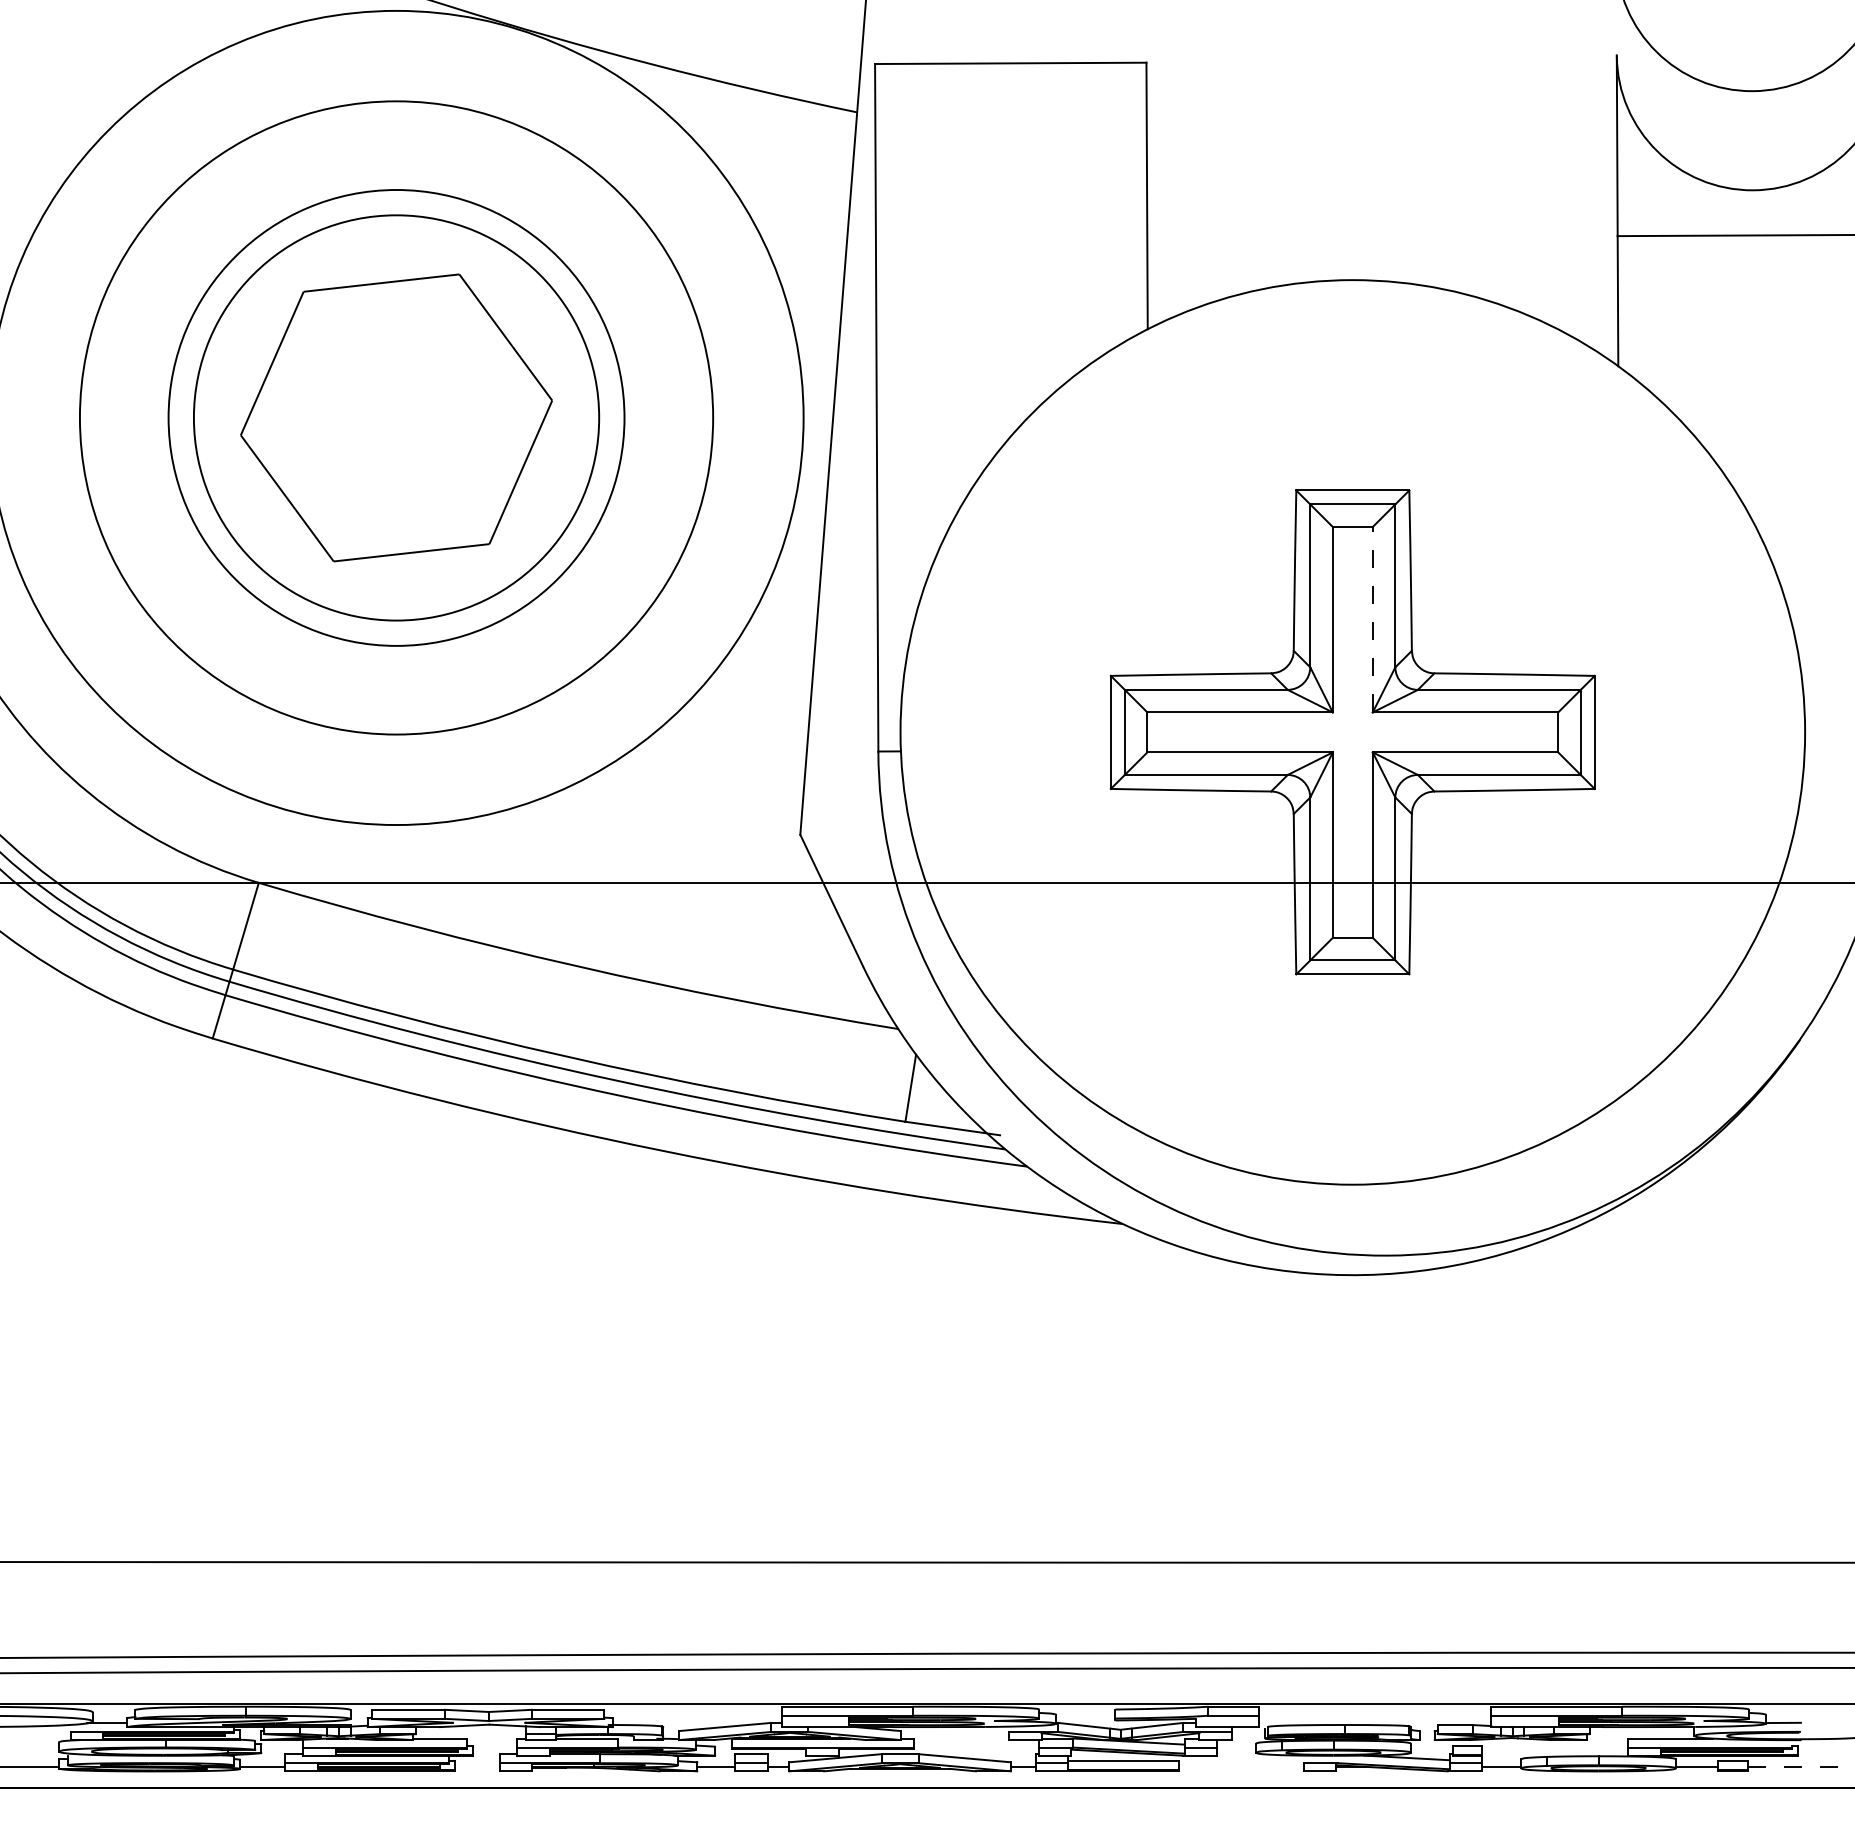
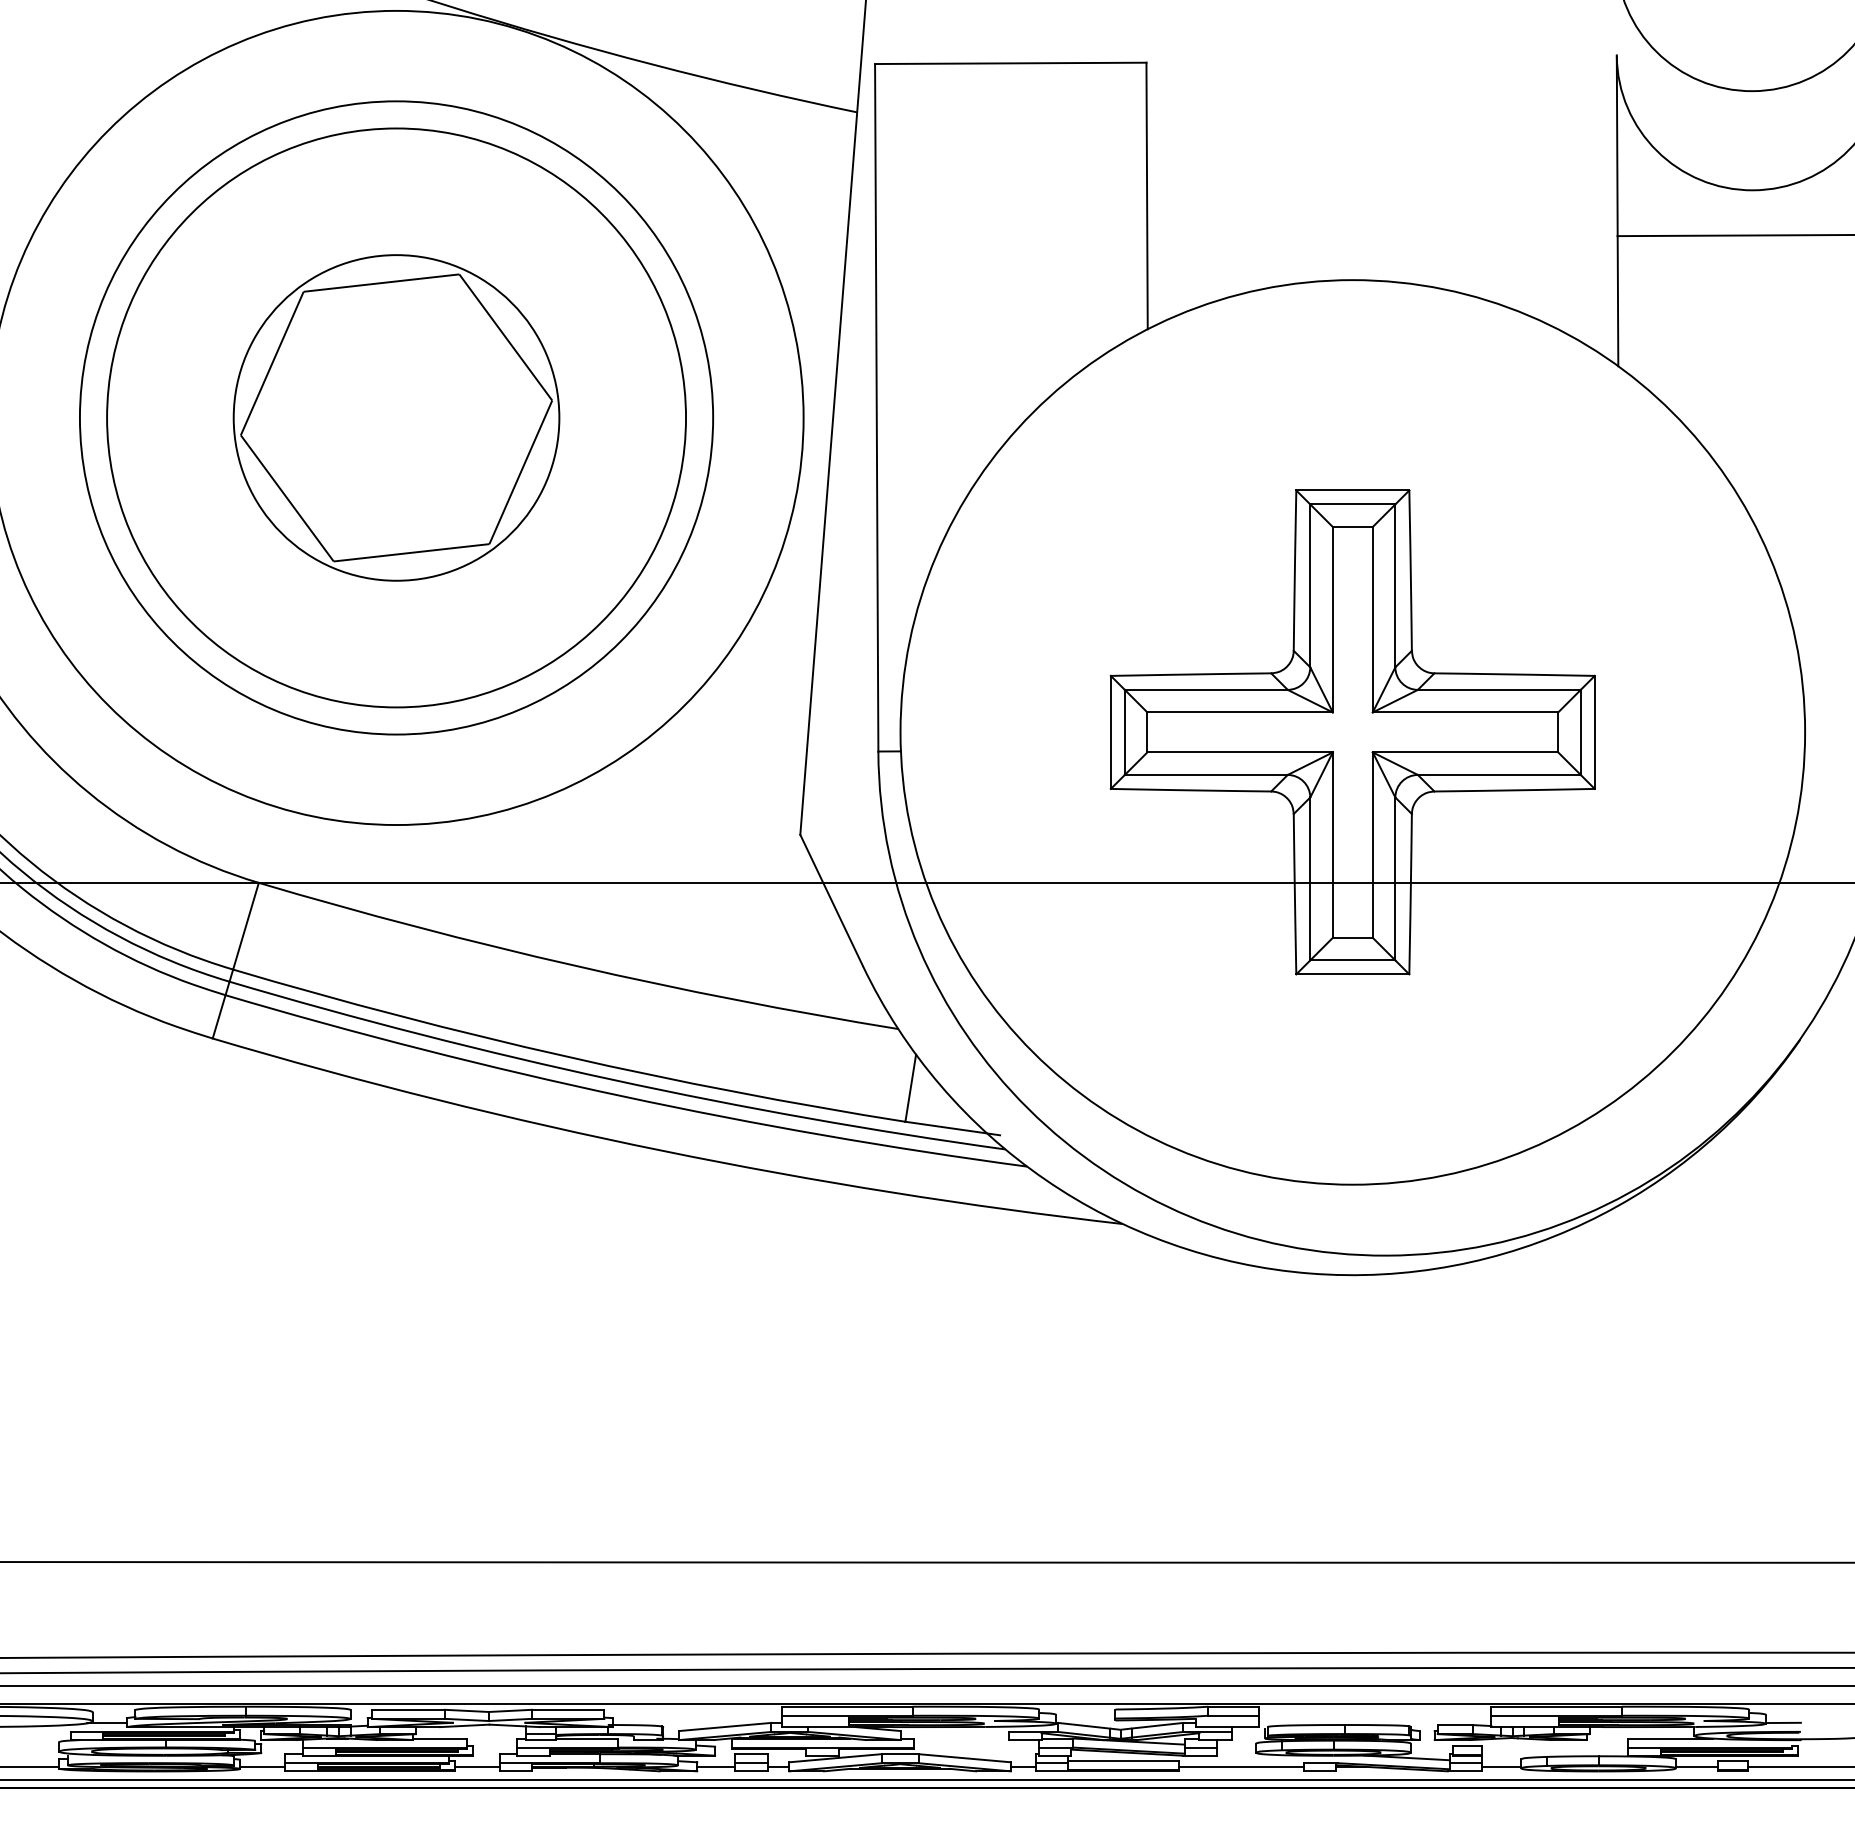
circle at (396, 417) diameter: 405 px -> 579 px
circle at (396, 417) diameter: 456 px -> 326 px
line at (1372, 619): dashed -> solid
line at (926, 1685): none -> present
line at (476, 1766): none -> present
line at (1240, 1766): none -> present
line at (1801, 1766): dashed -> solid
line at (926, 1780): none -> present
